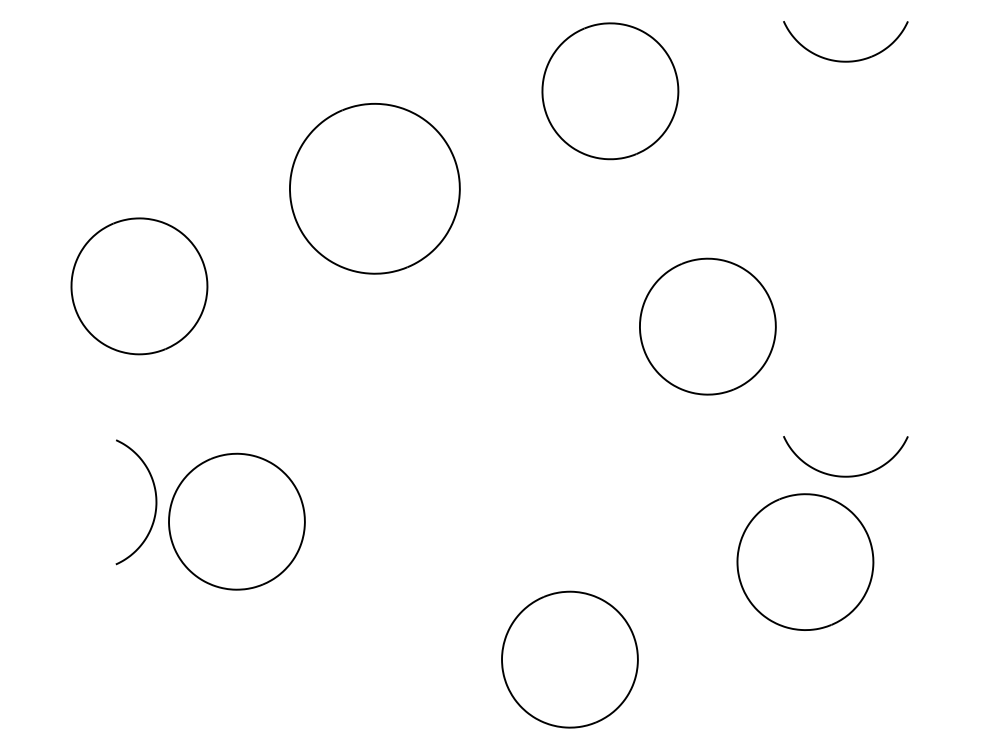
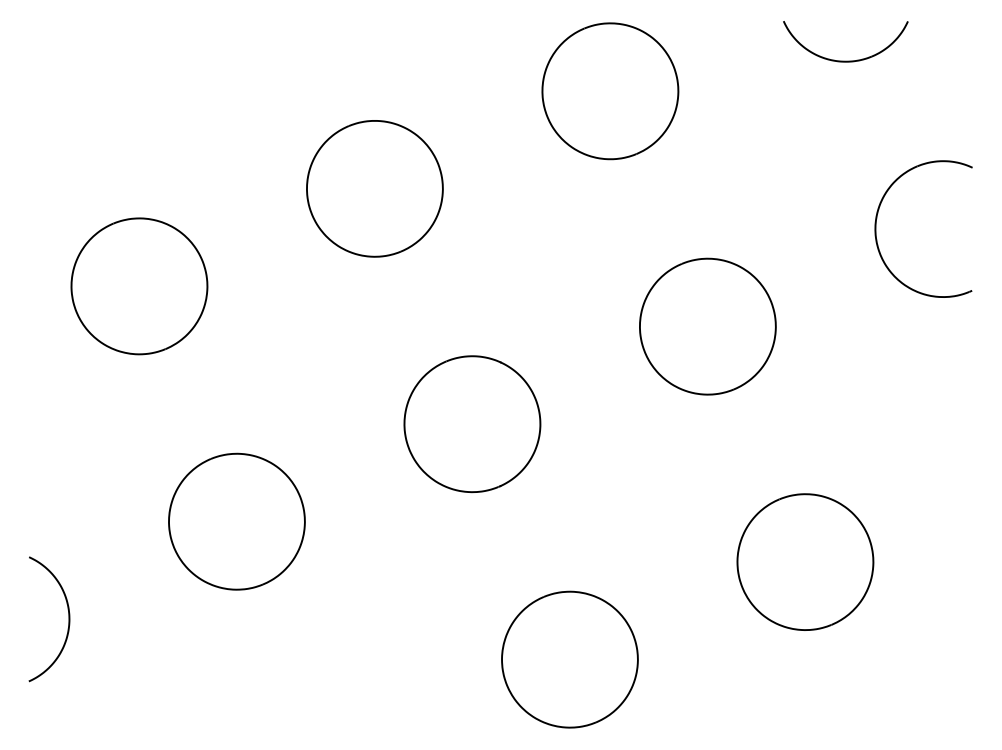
part at (374, 188) size: 172x172 px -> 138x138 px
part at (876, 228): none -> present
part at (472, 424): none -> present
part at (845, 475): present -> none
curve at (155, 502) position: (155, 502) -> (68, 619)
